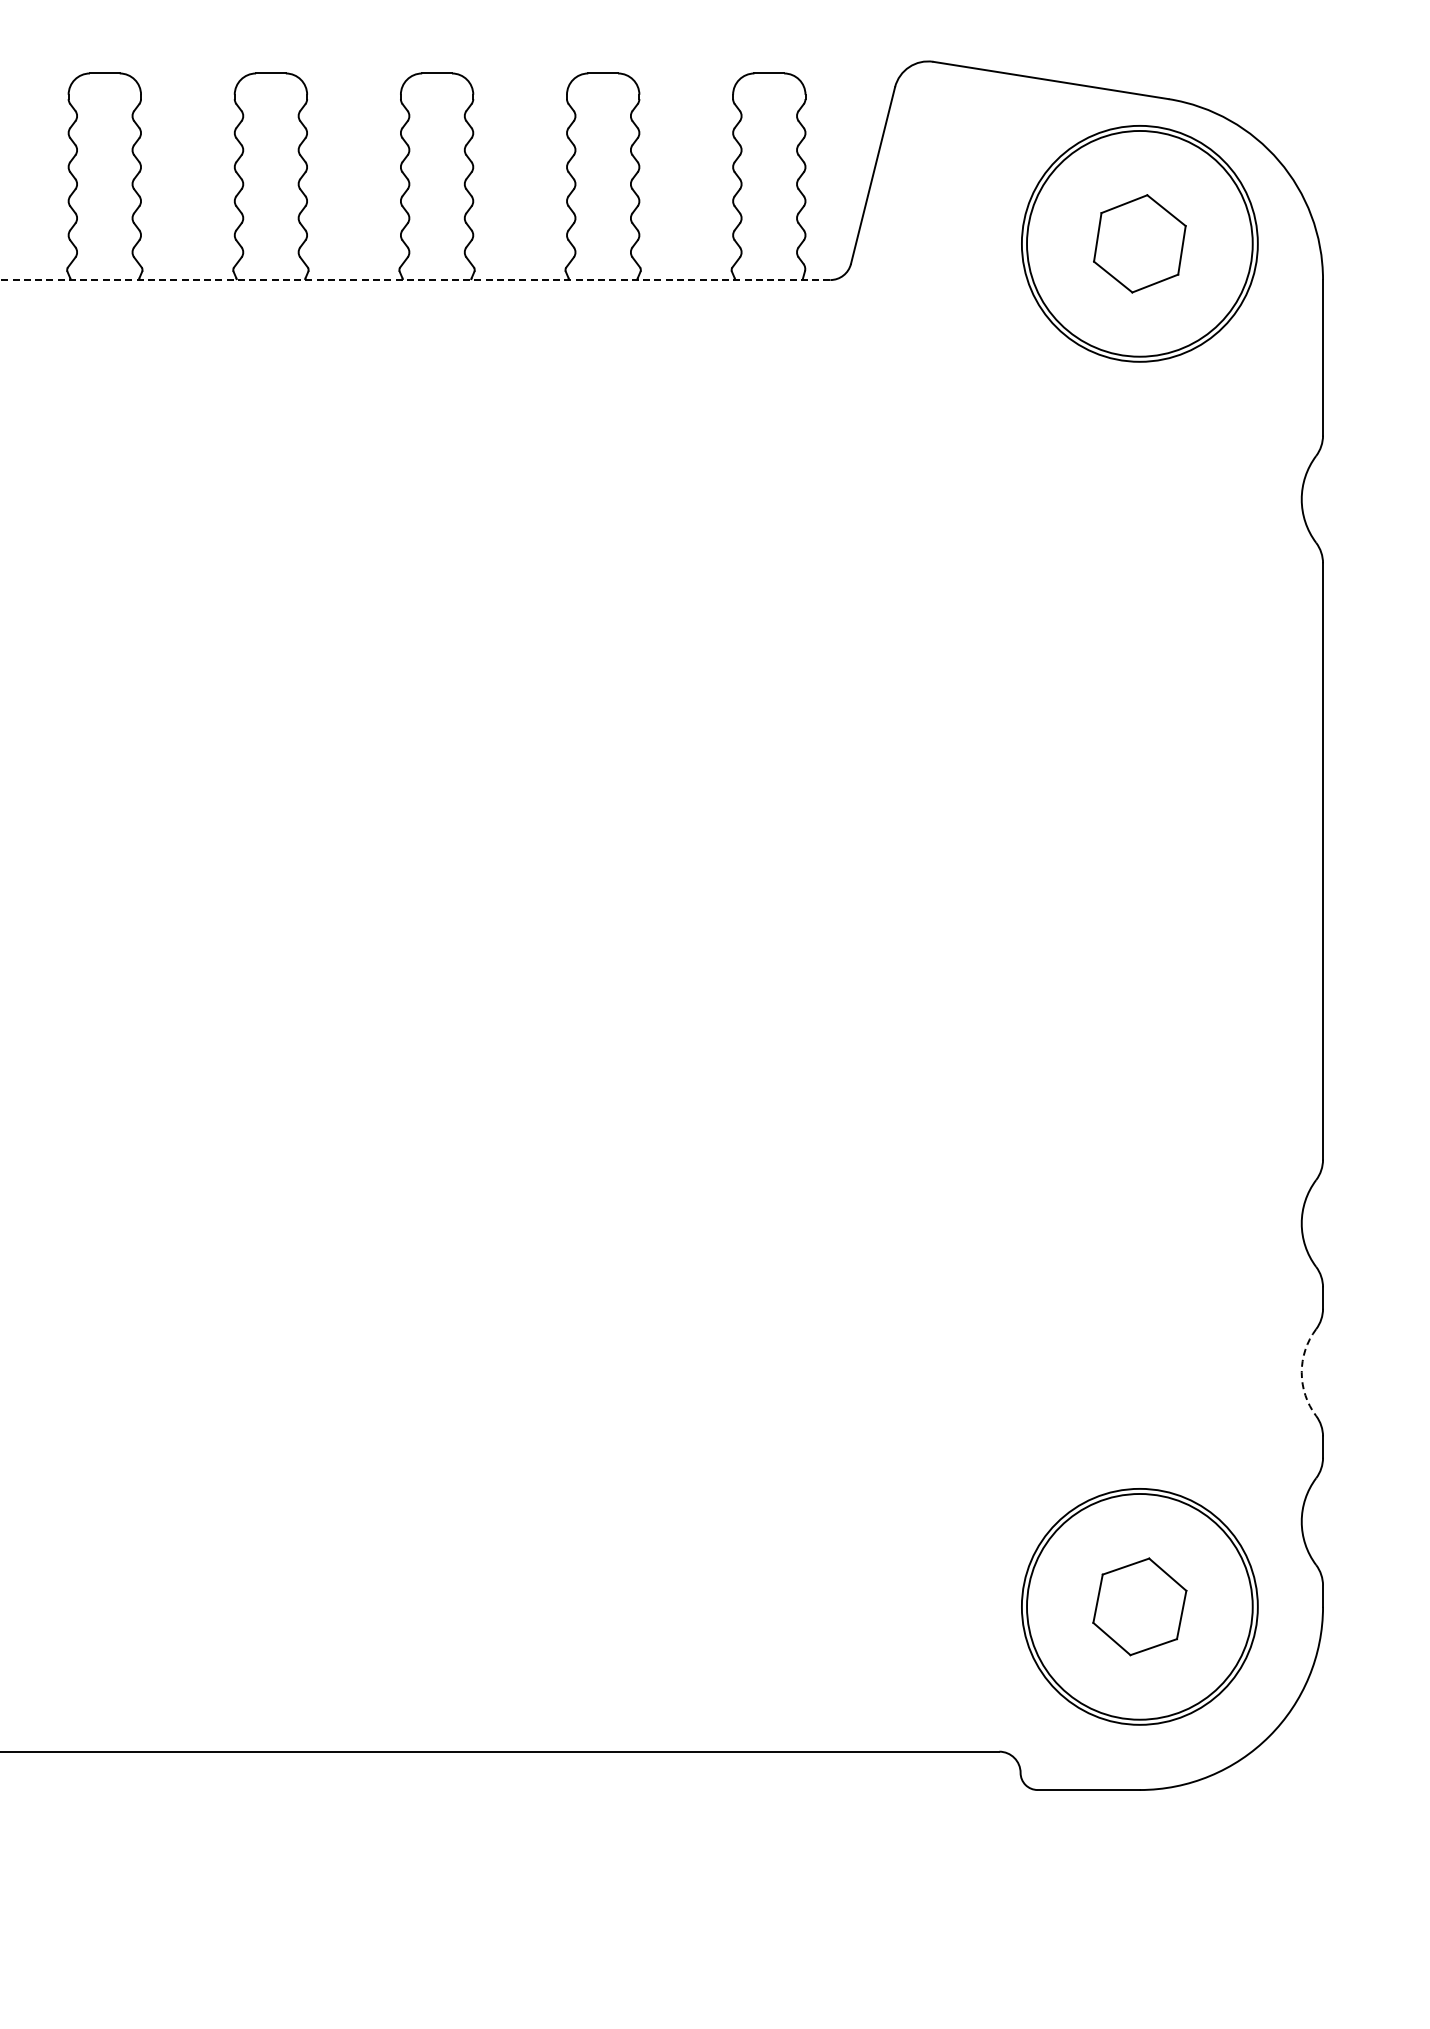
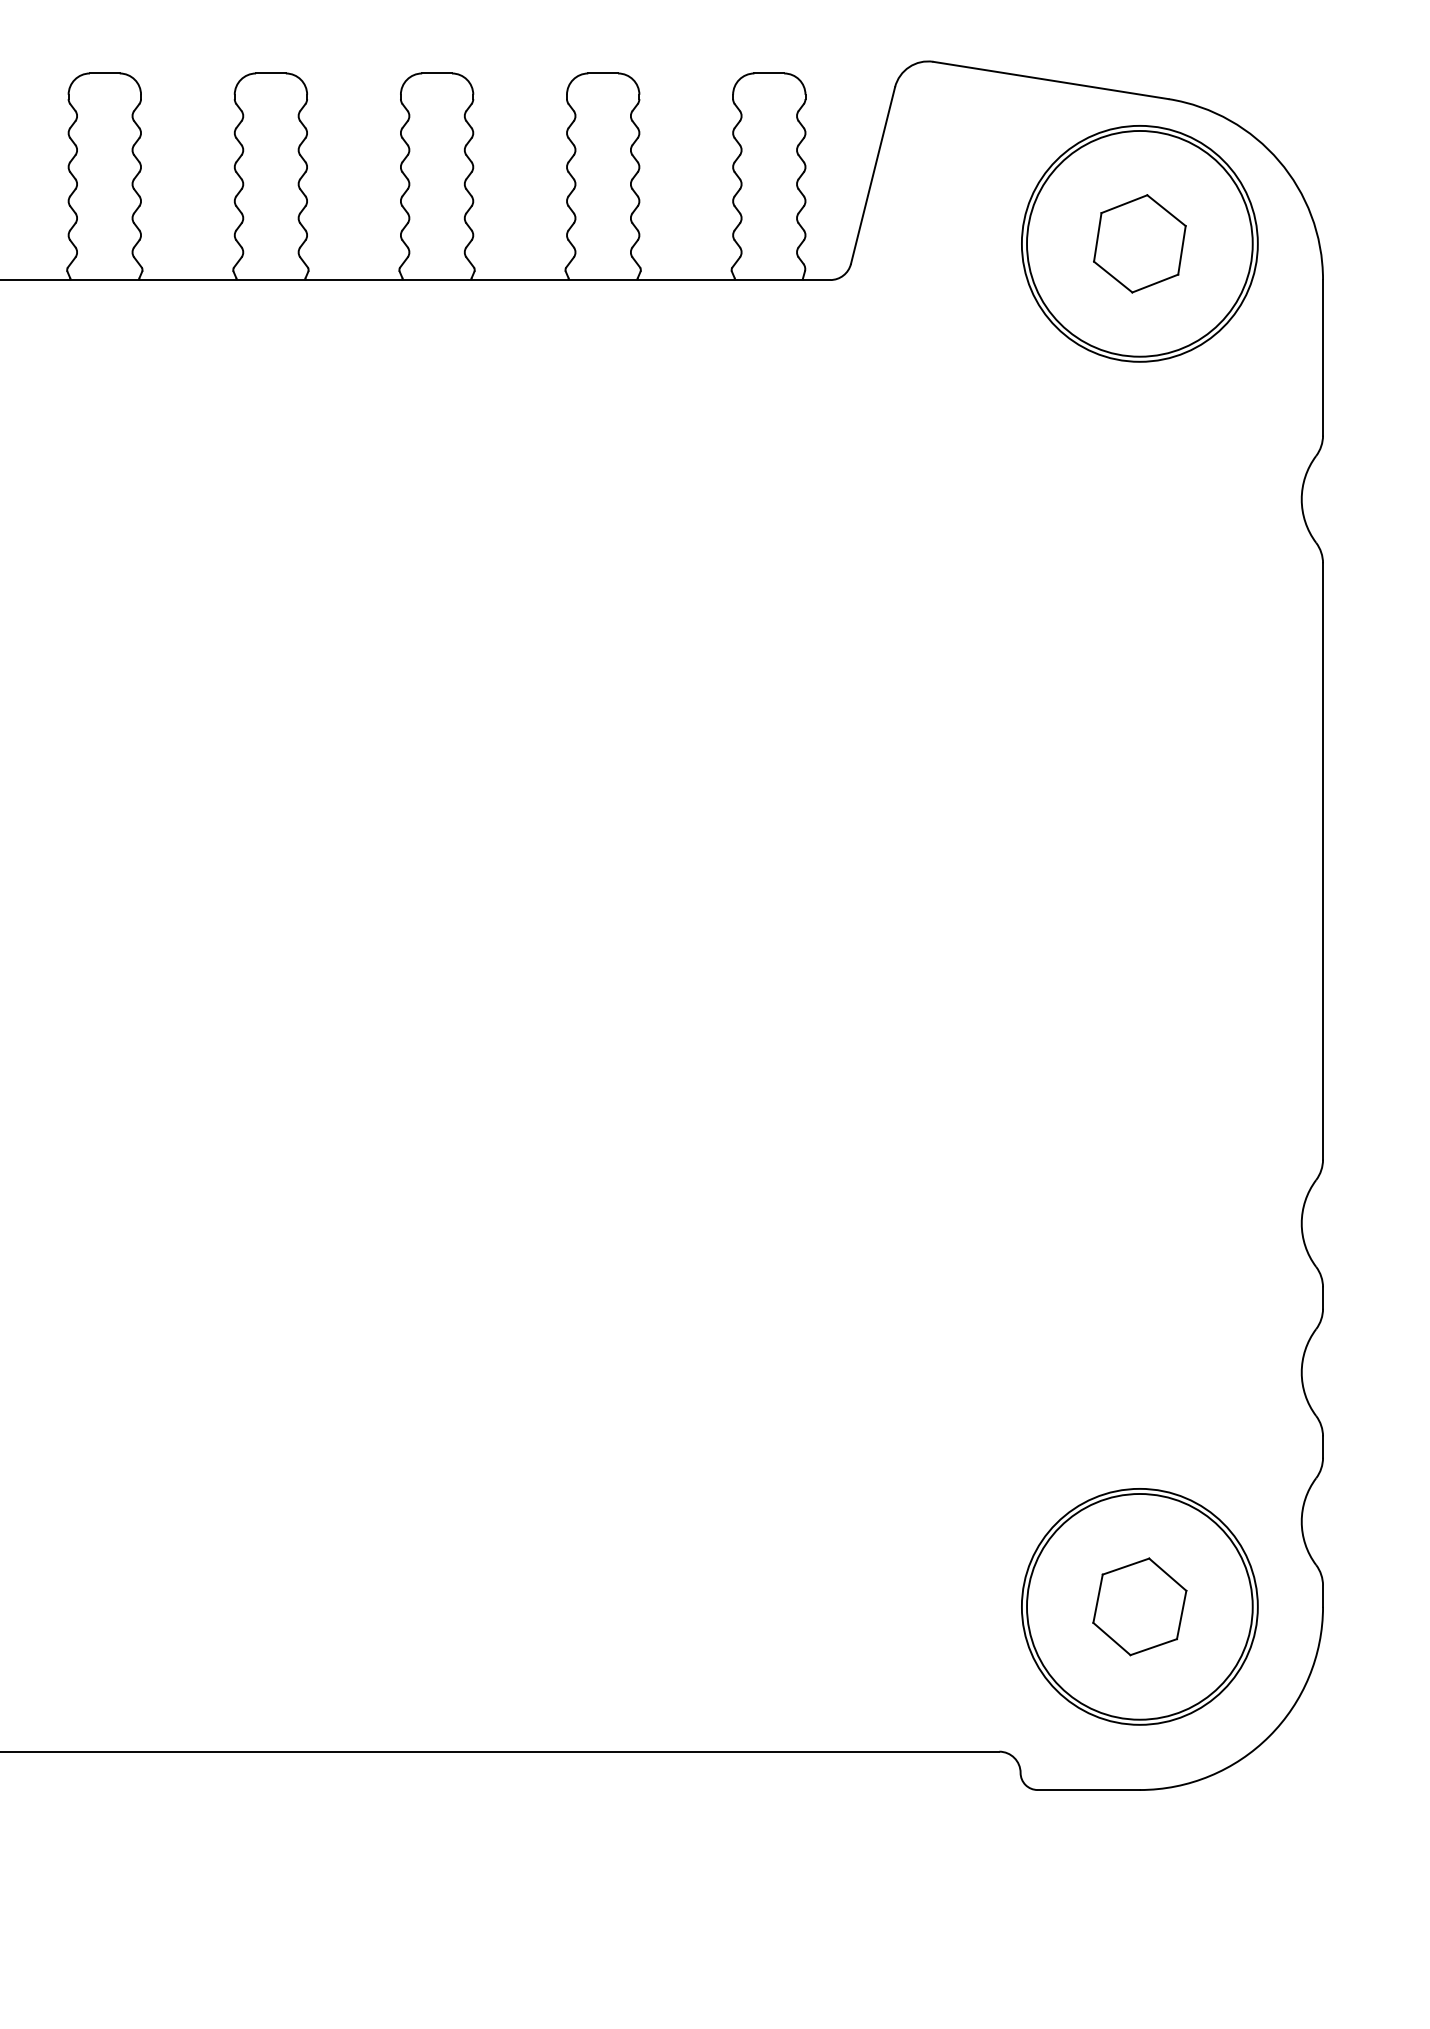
line at (415, 280): dashed -> solid
arc at (1301, 1372): dashed -> solid
